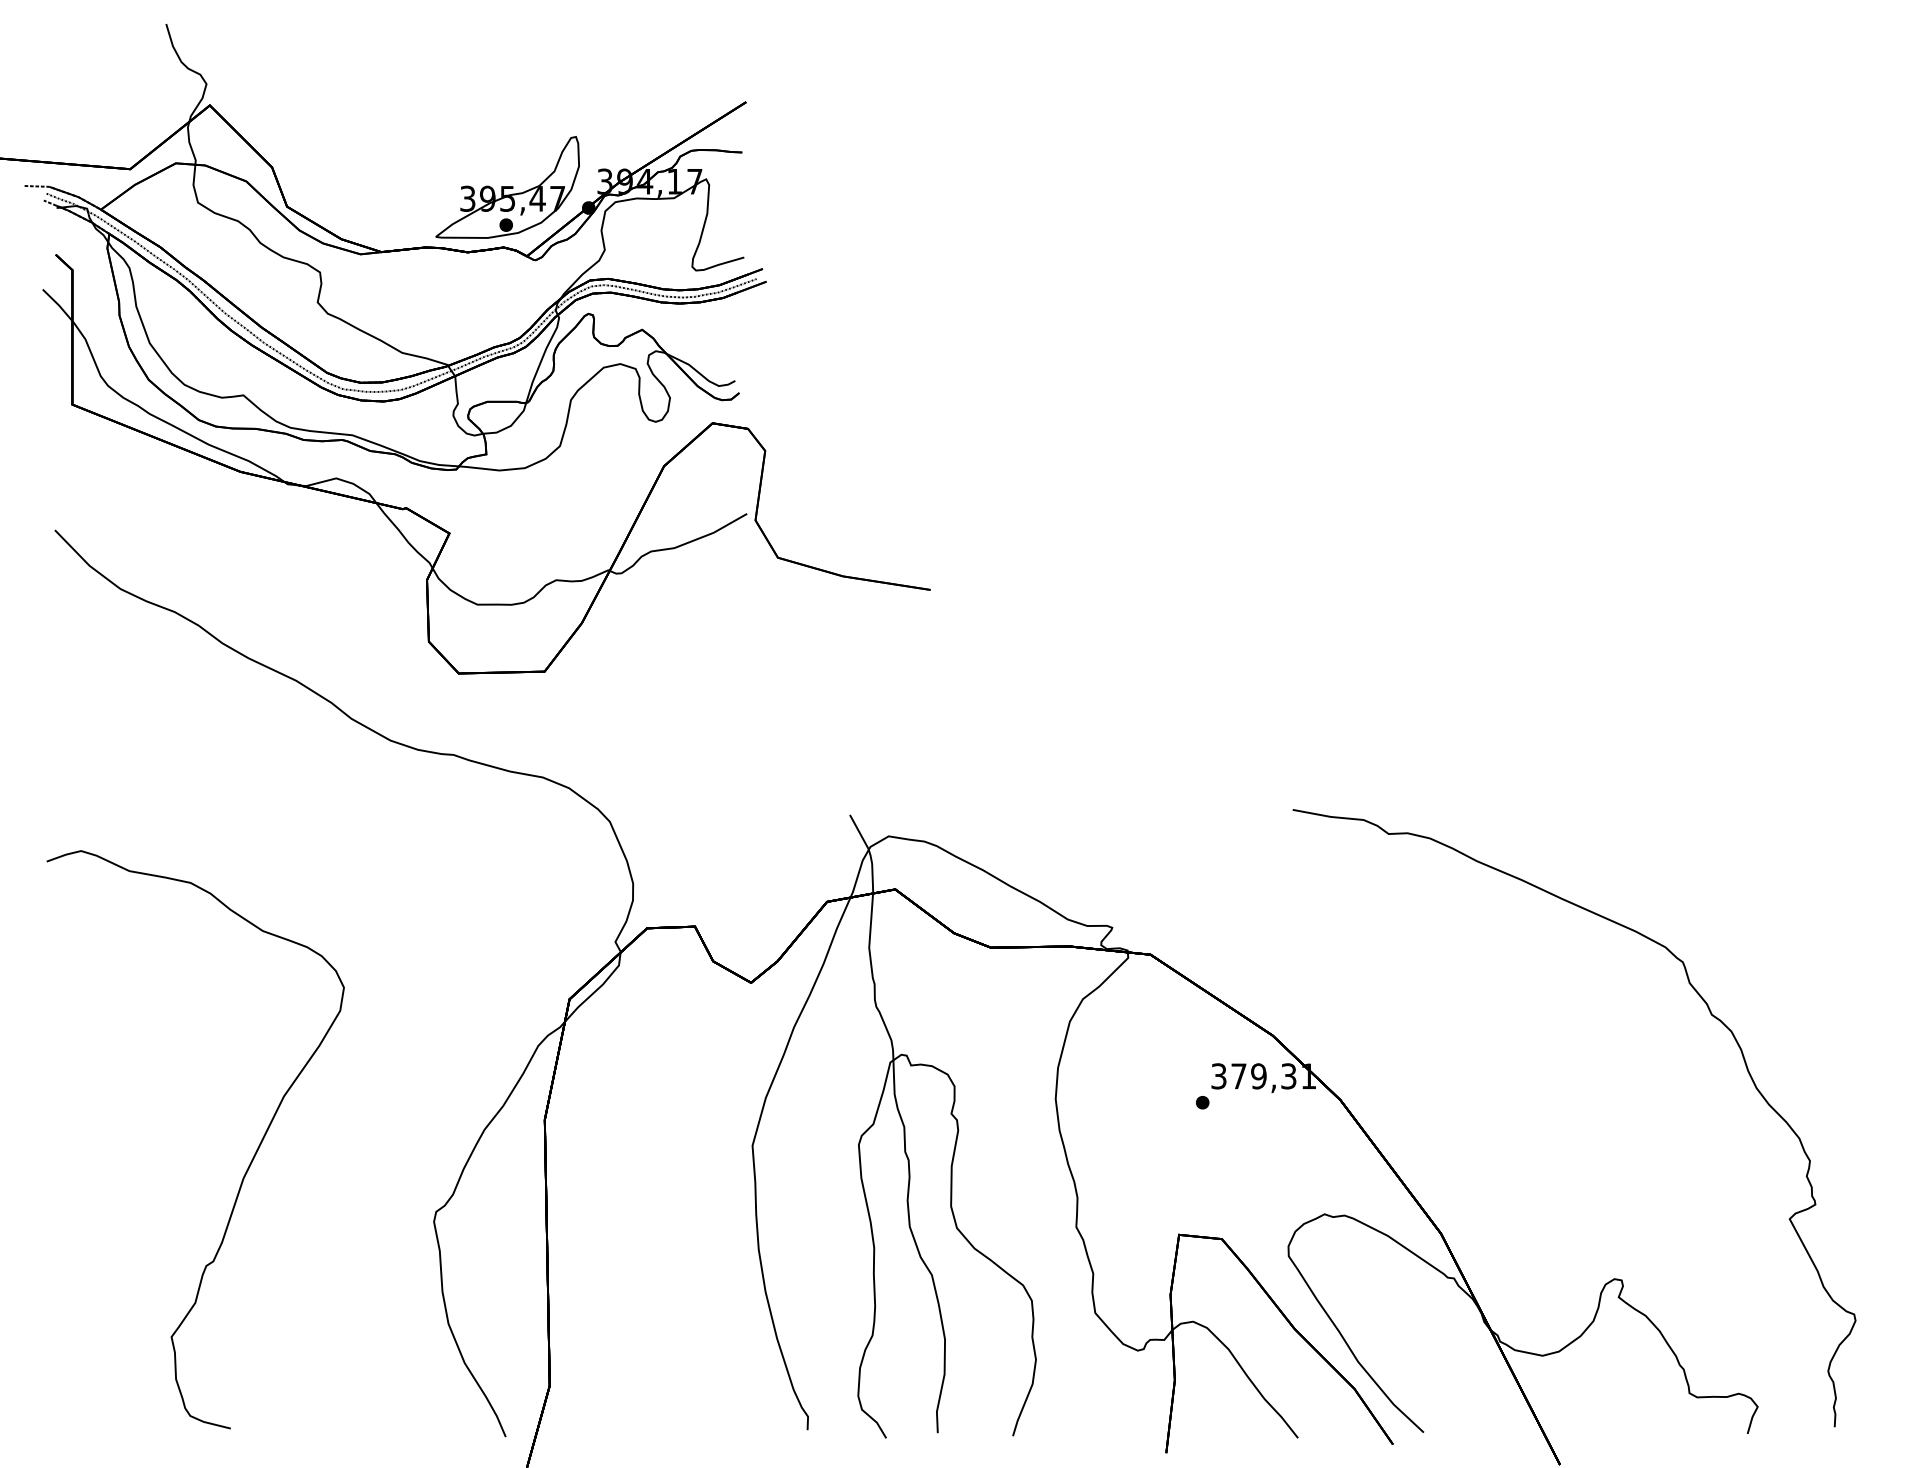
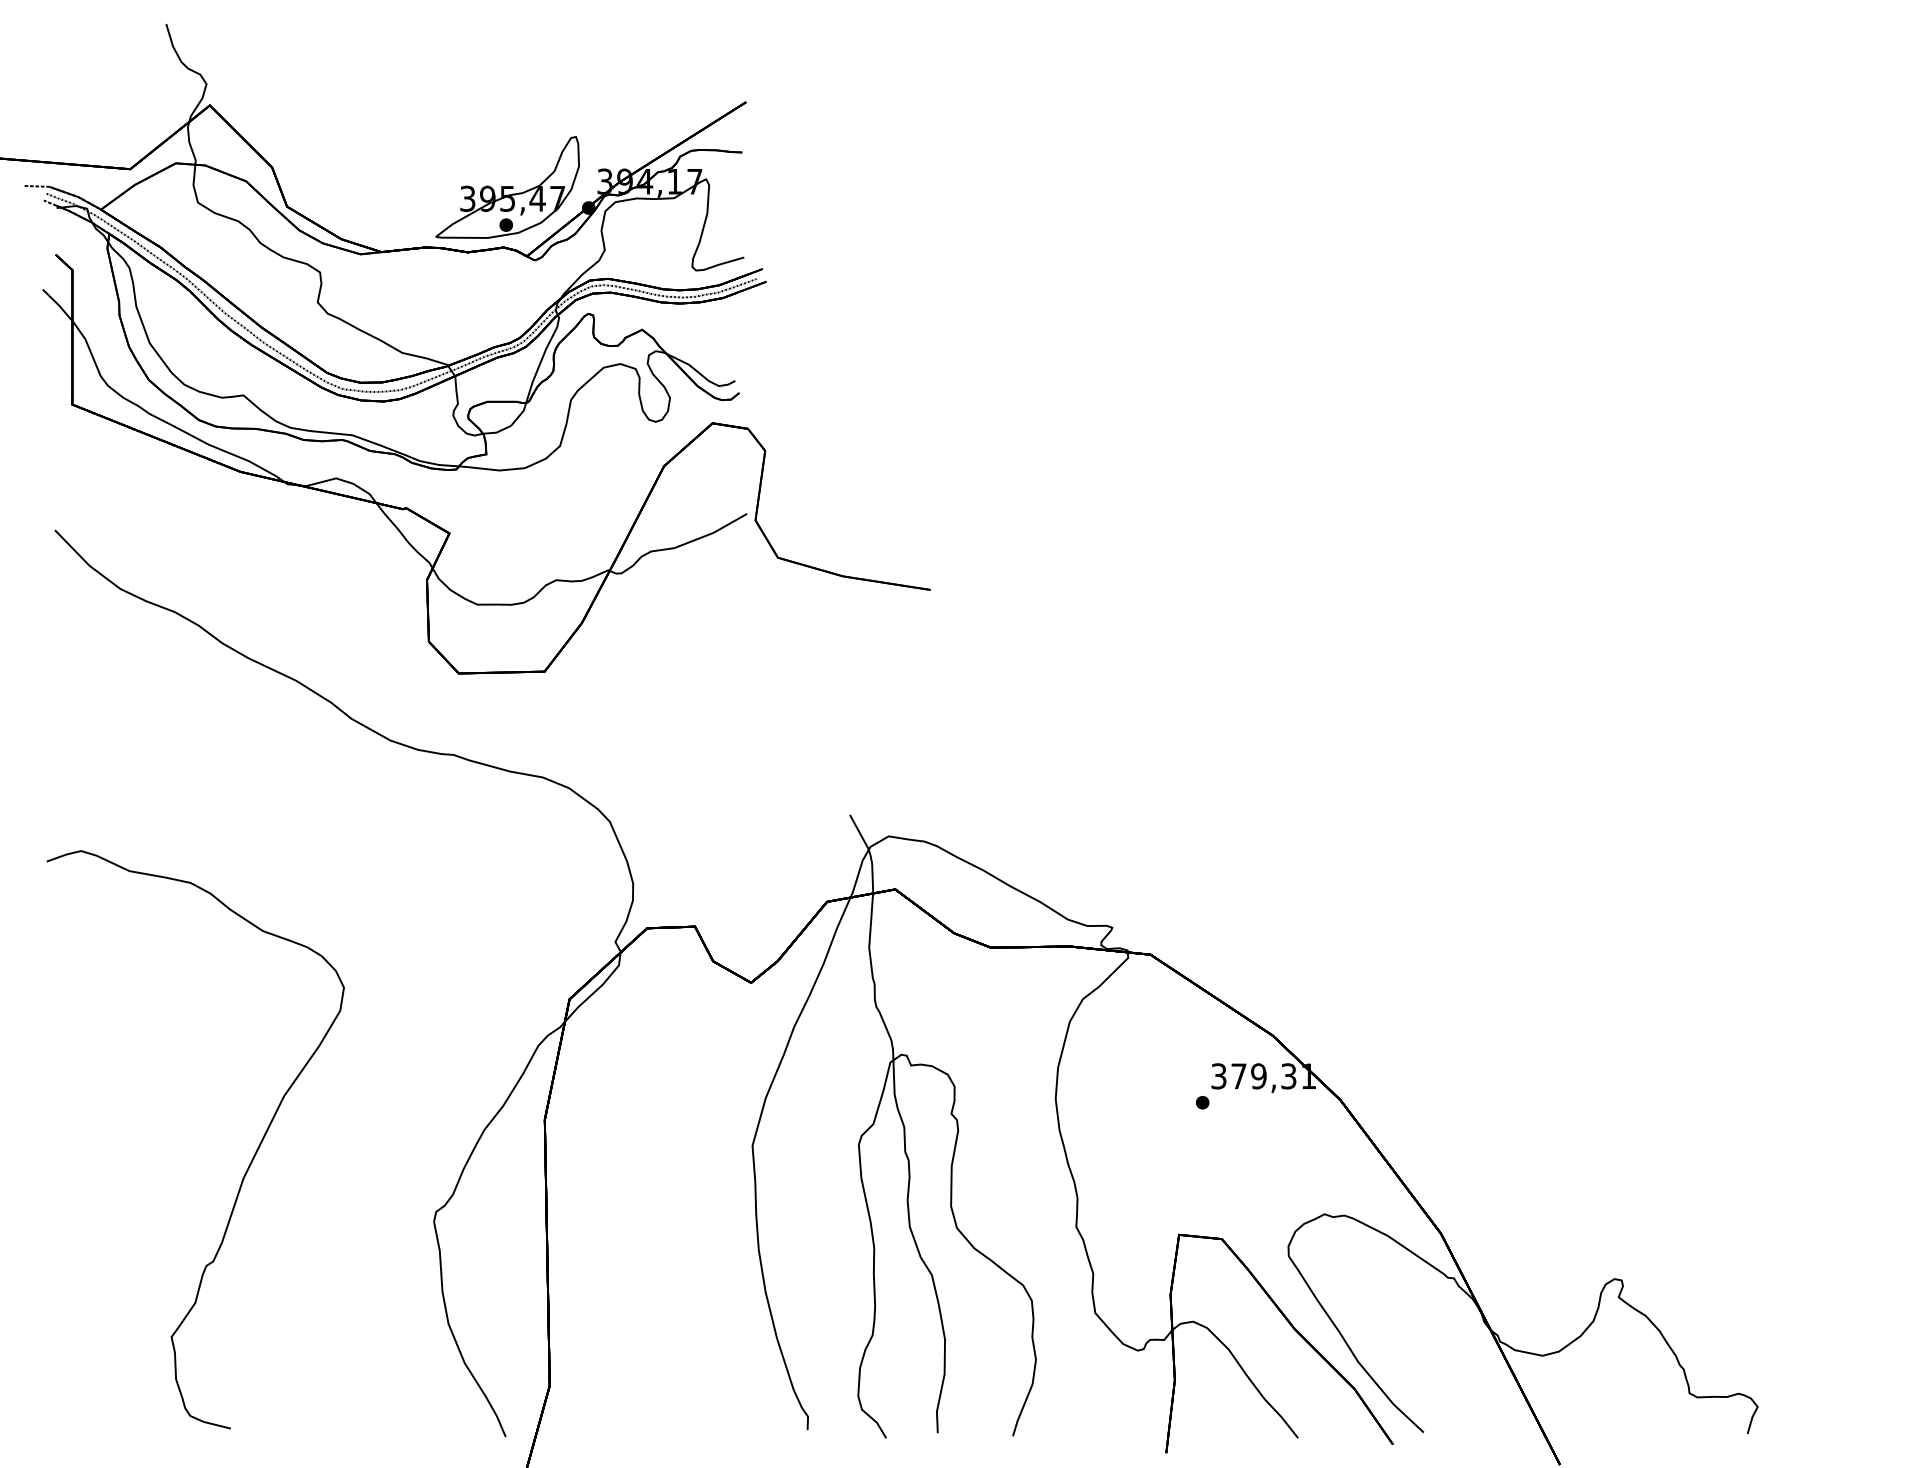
curve at (1710, 1014): present -> none
